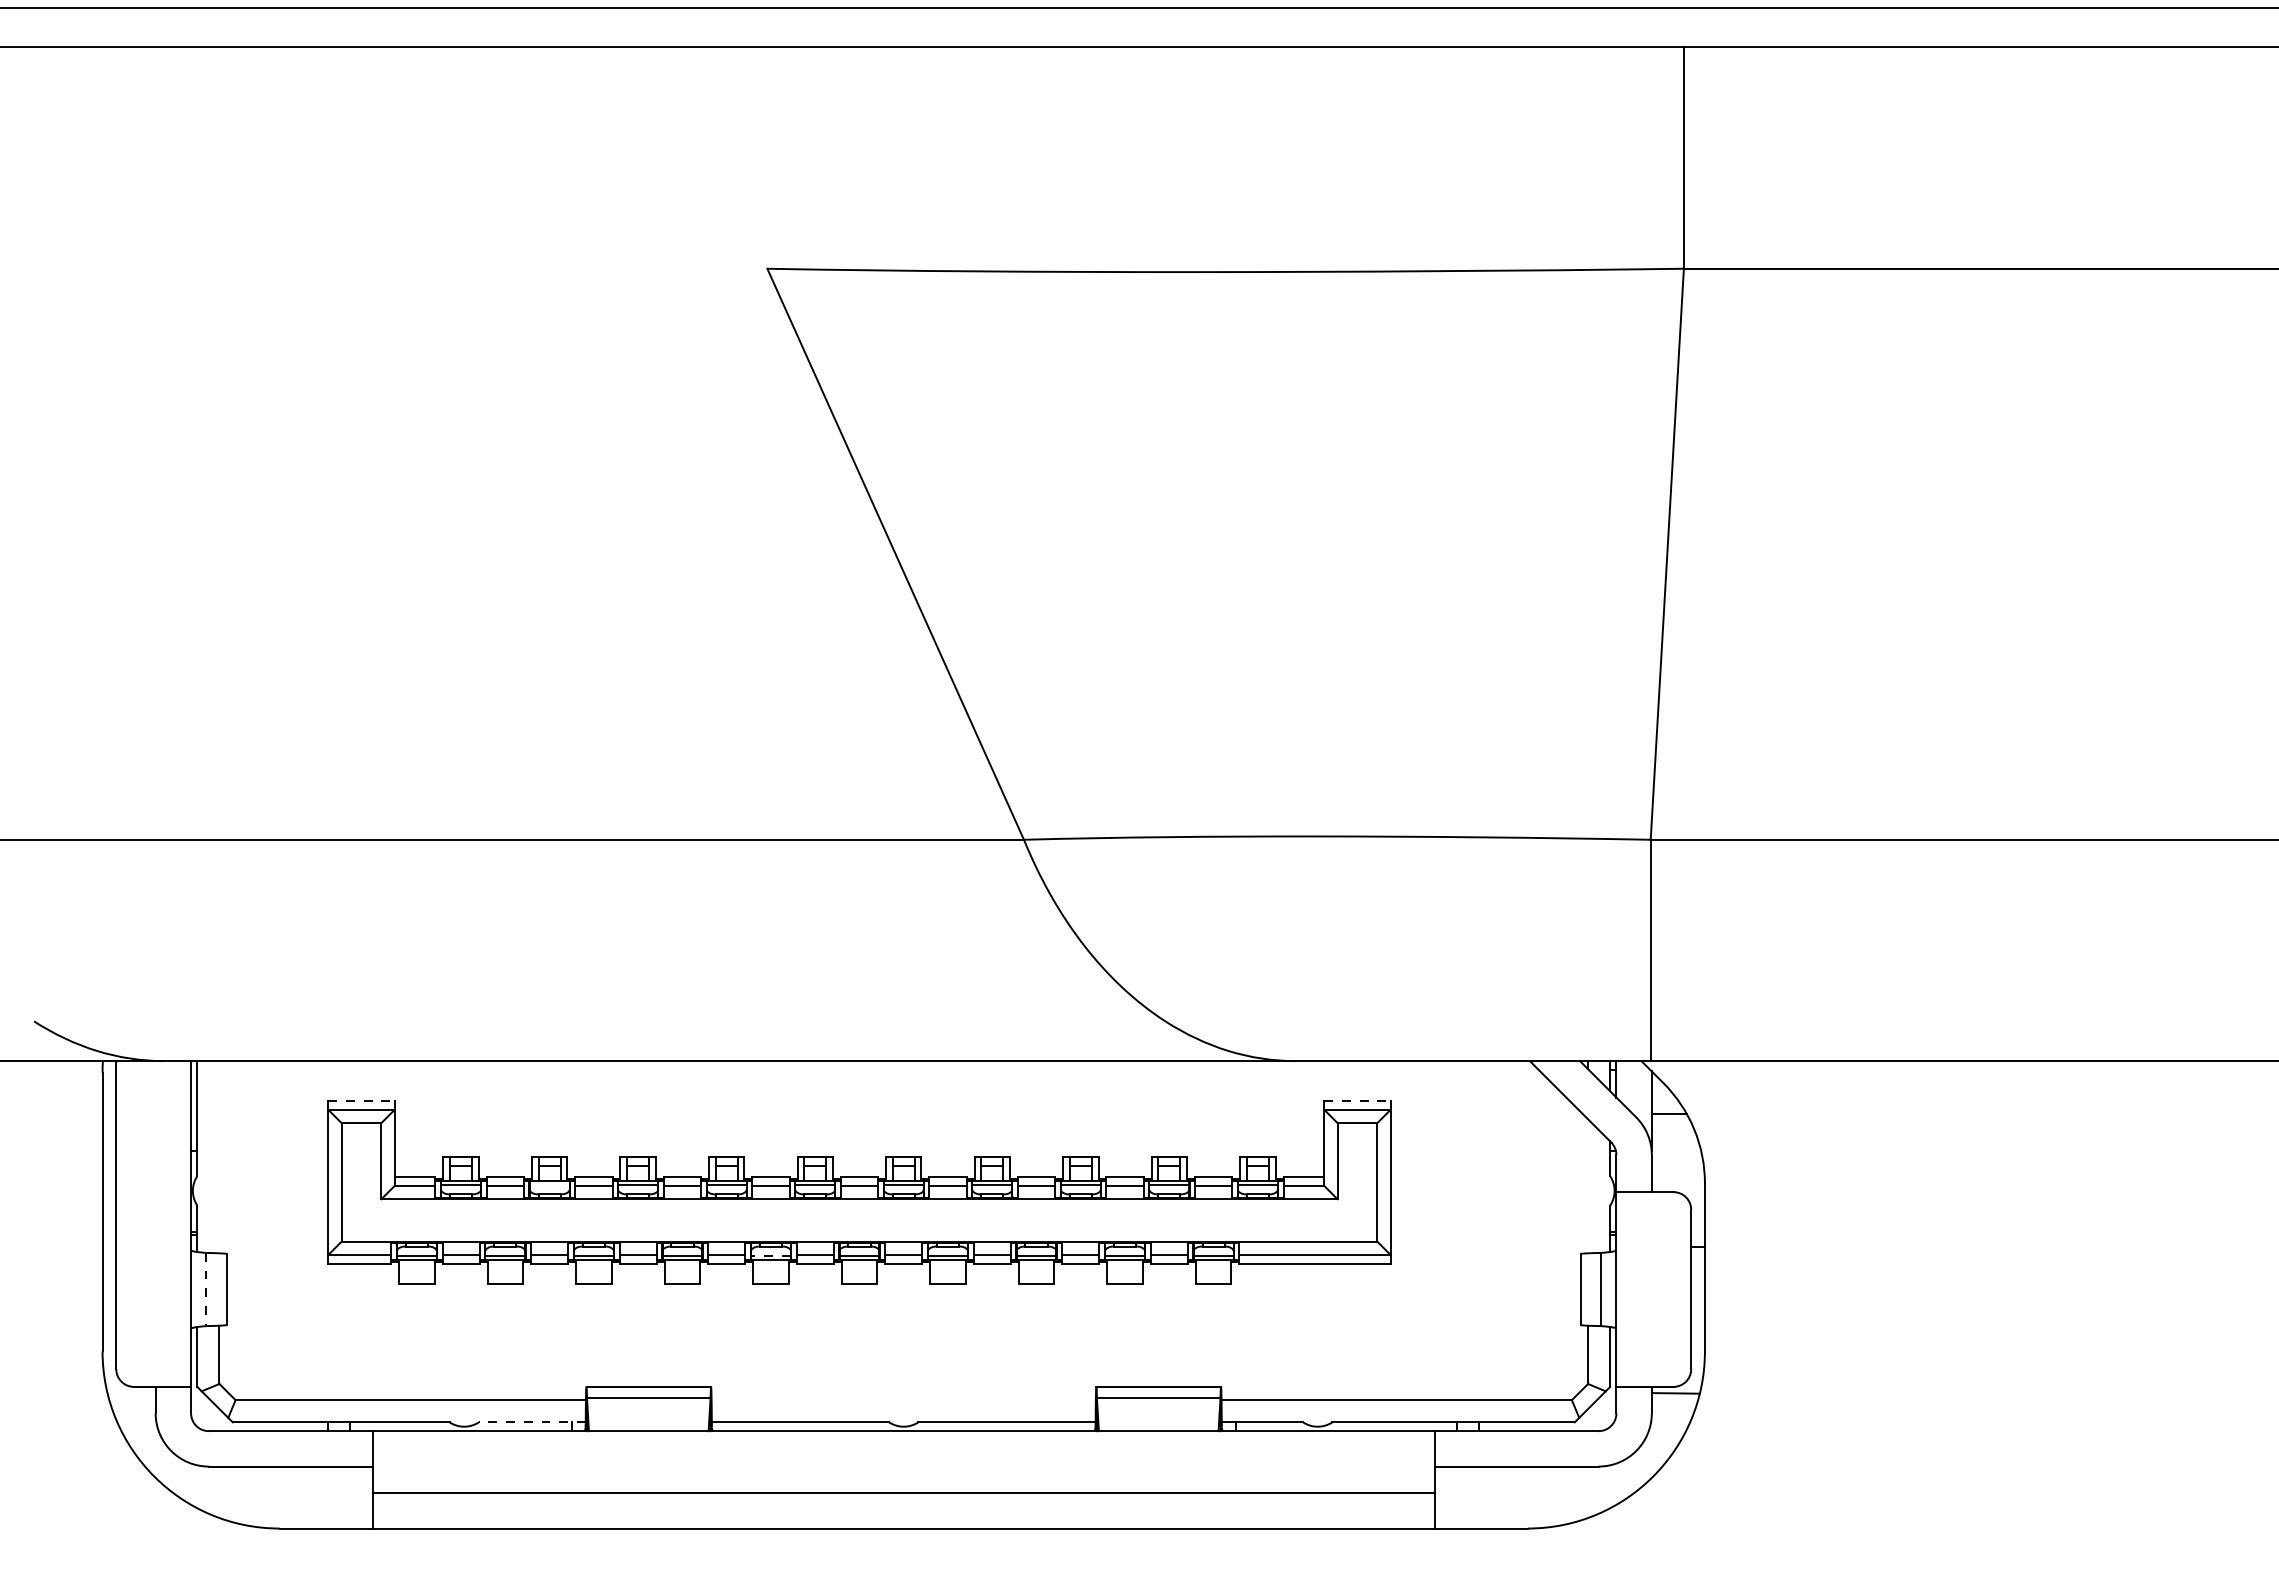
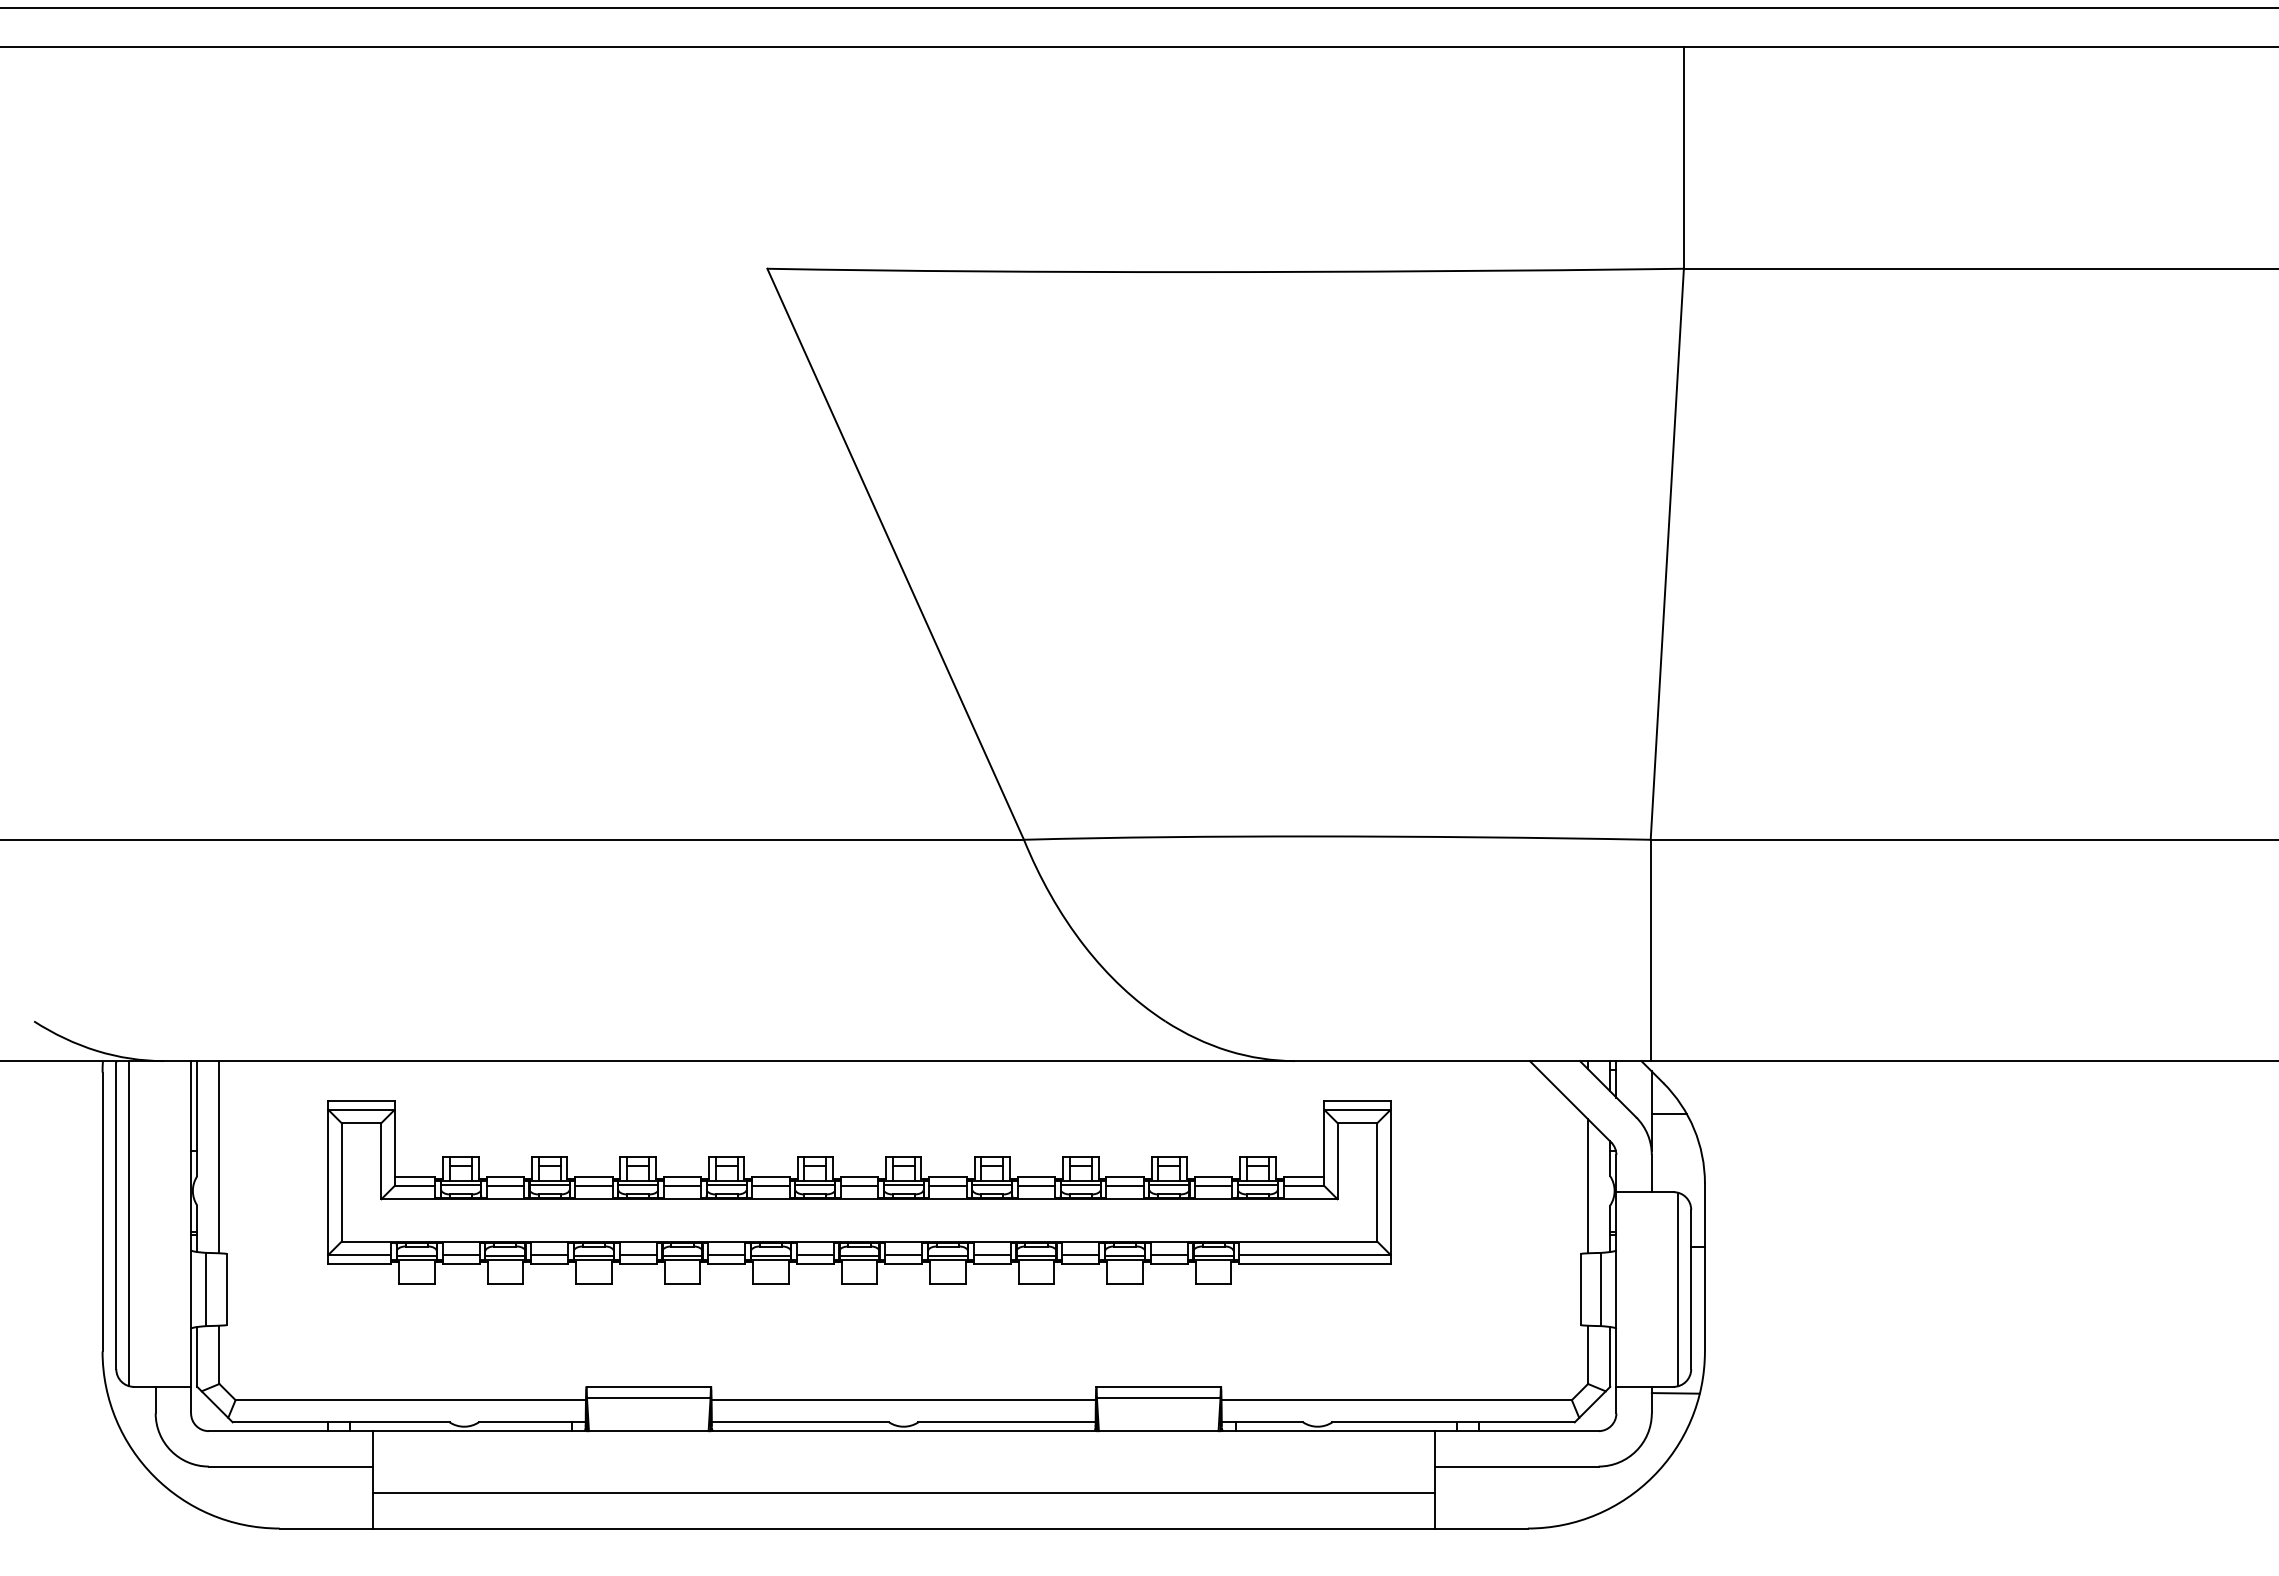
line at (362, 1100): dashed -> solid
line at (1357, 1100): dashed -> solid
line at (219, 1157): none -> present
line at (549, 1185): none -> present
line at (1588, 1186): none -> present
line at (129, 1223): none -> present
line at (770, 1255): dashed -> solid
line at (206, 1289): dashed -> solid
line at (1678, 1289): none -> present
line at (903, 1400): none -> present
line at (531, 1422): dashed -> solid
